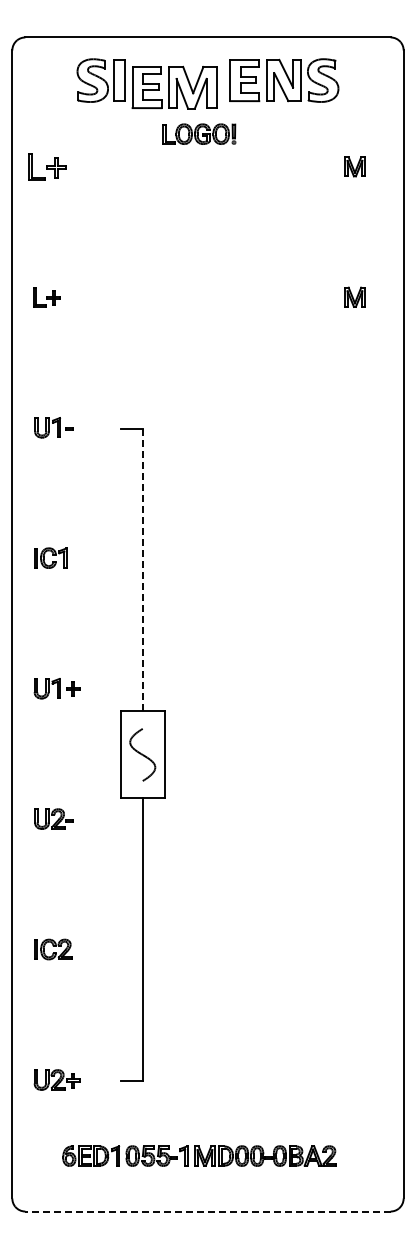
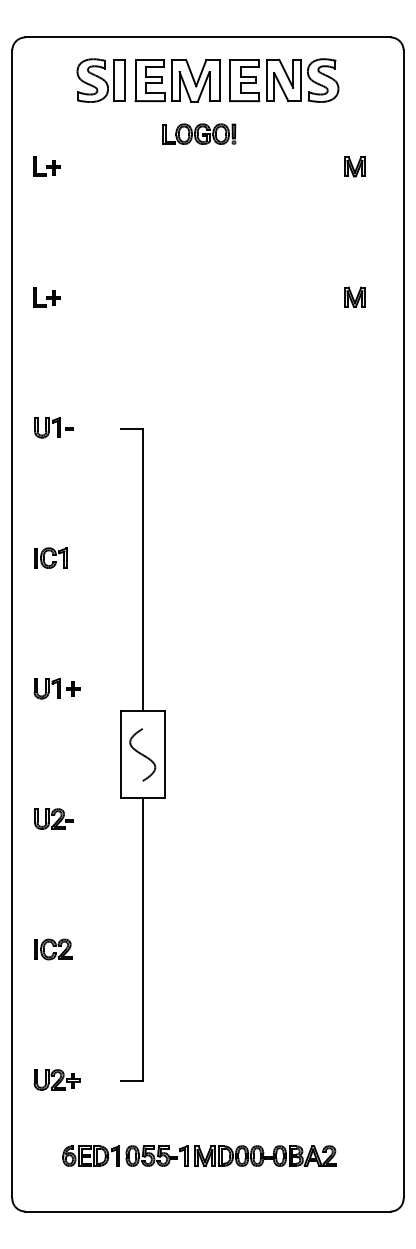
part at (174, 87) position: (174, 87) -> (177, 80)
part at (47, 166) size: 39x28 px -> 28x21 px
line at (142, 570): dashed -> solid
line at (207, 1211): dashed -> solid
